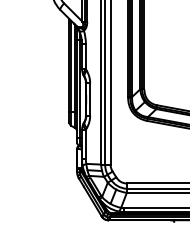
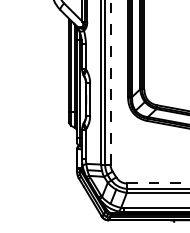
line at (110, 82): solid -> dashed
line at (158, 183): solid -> dashed
